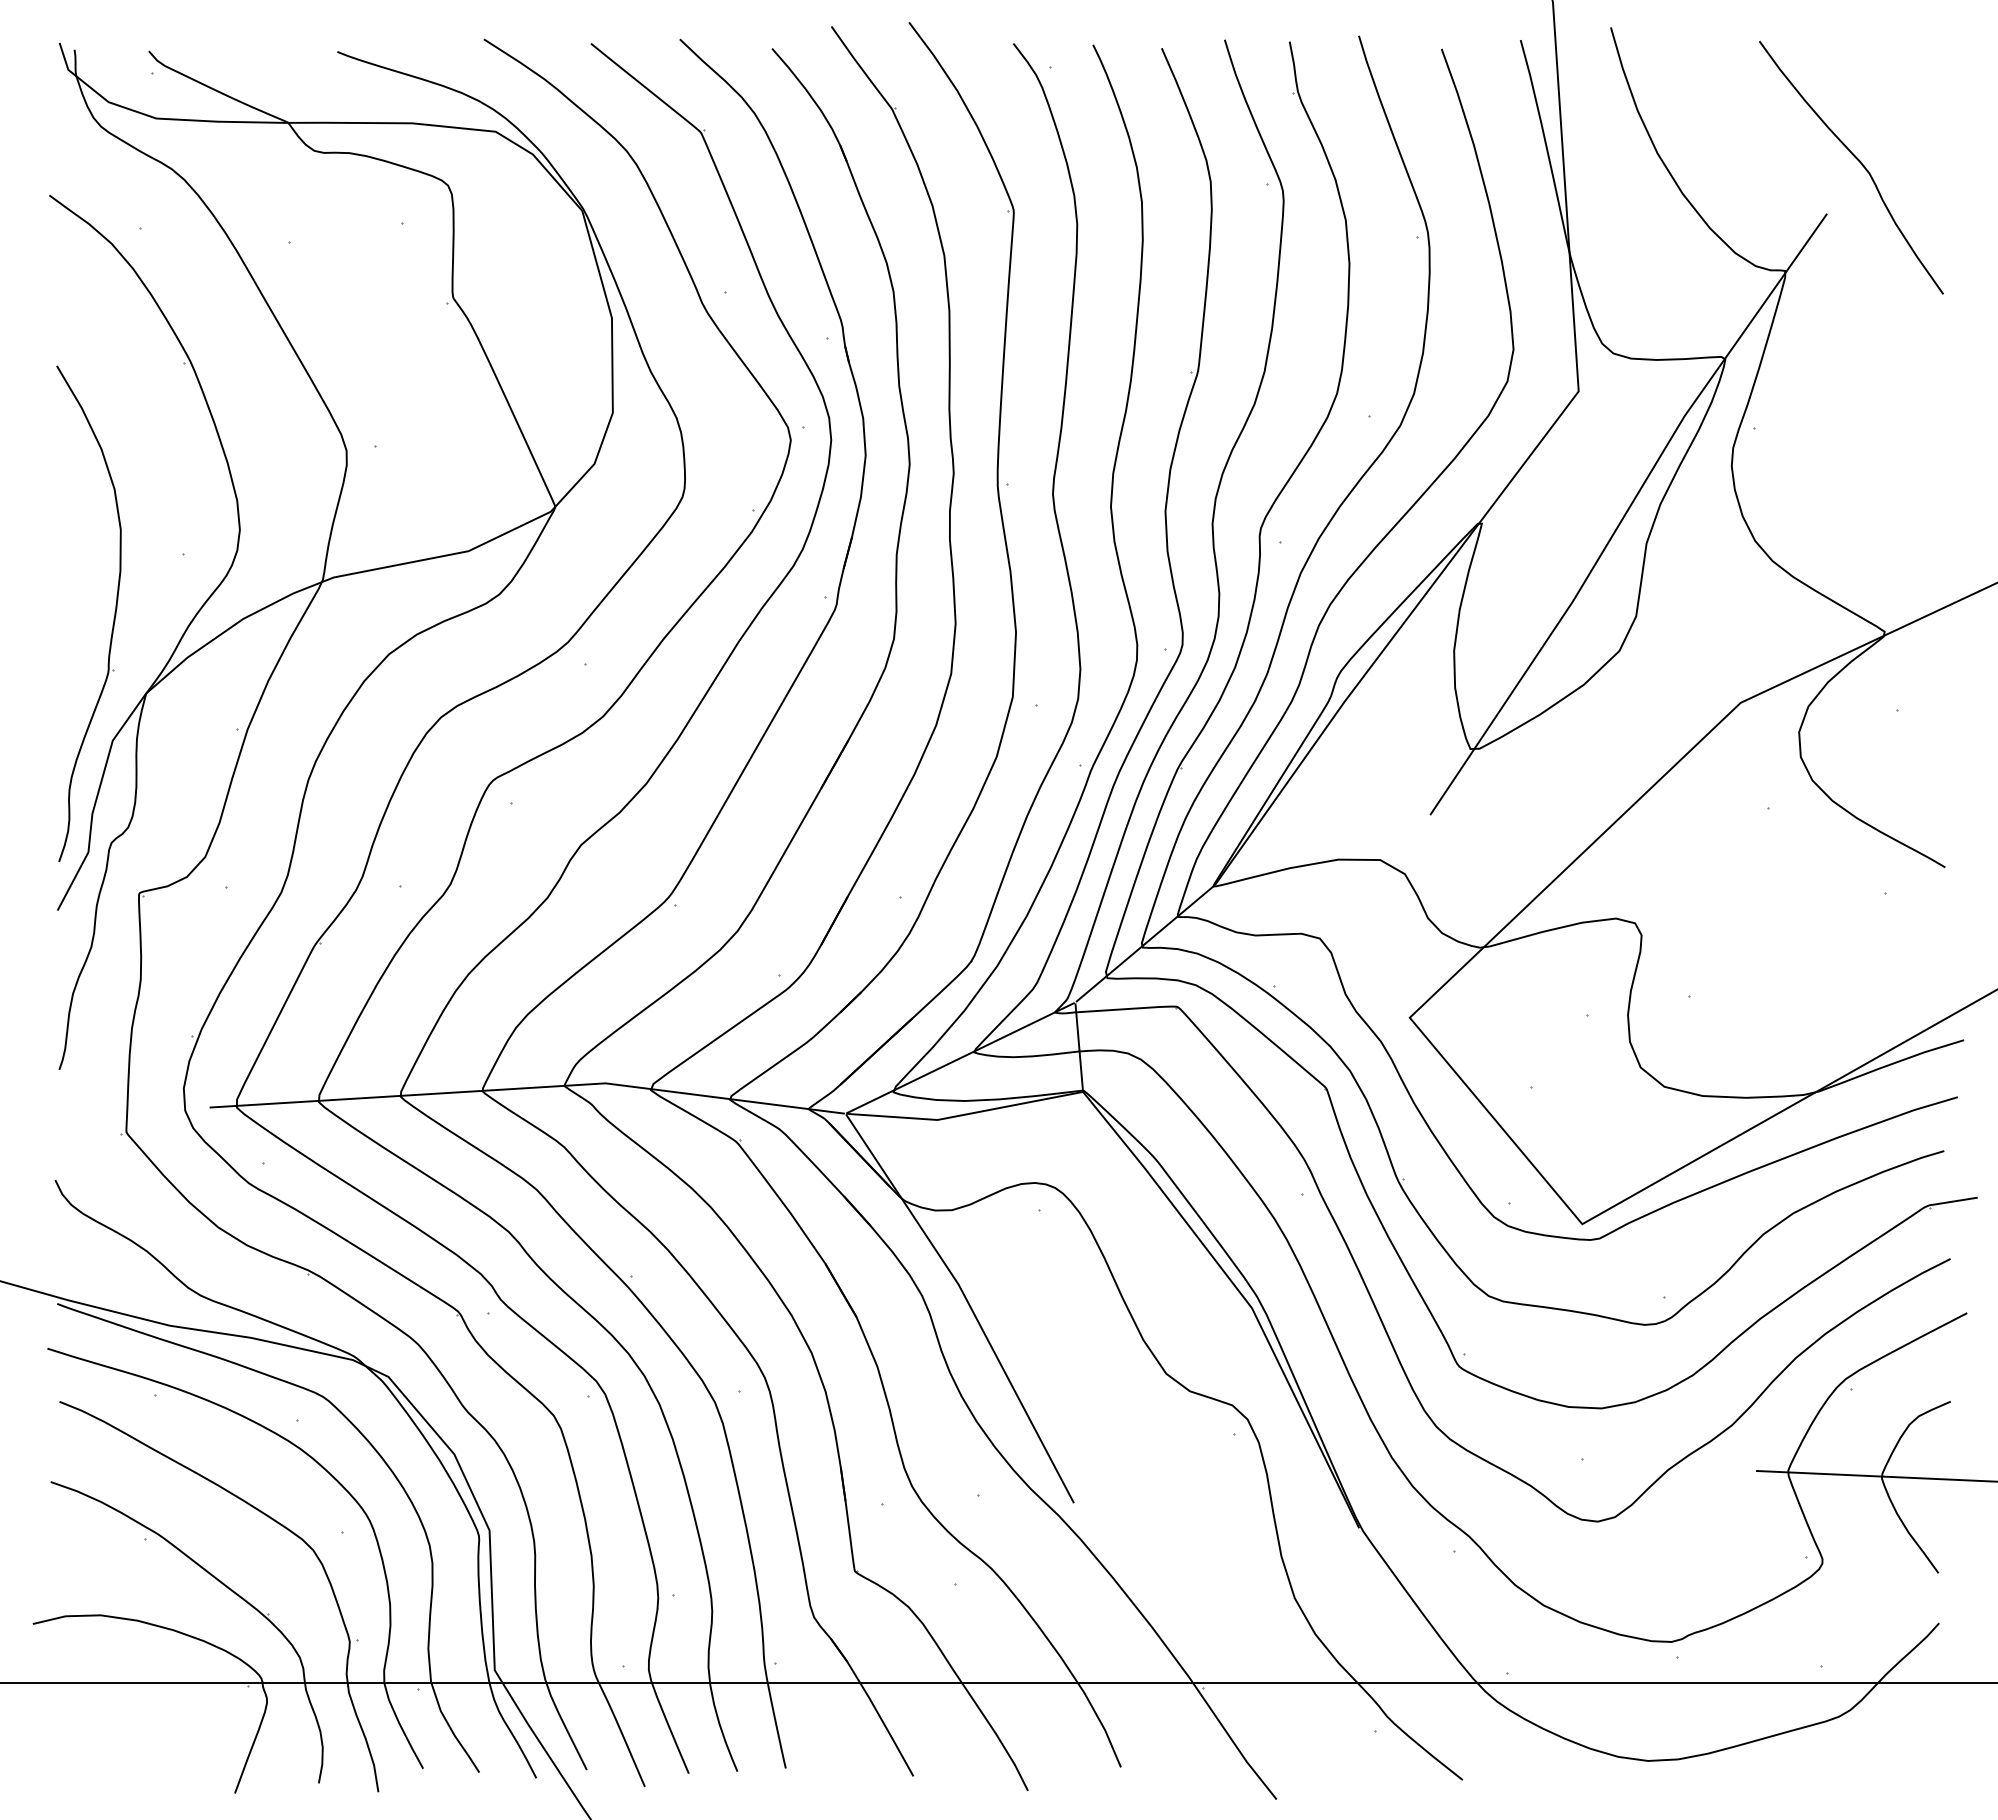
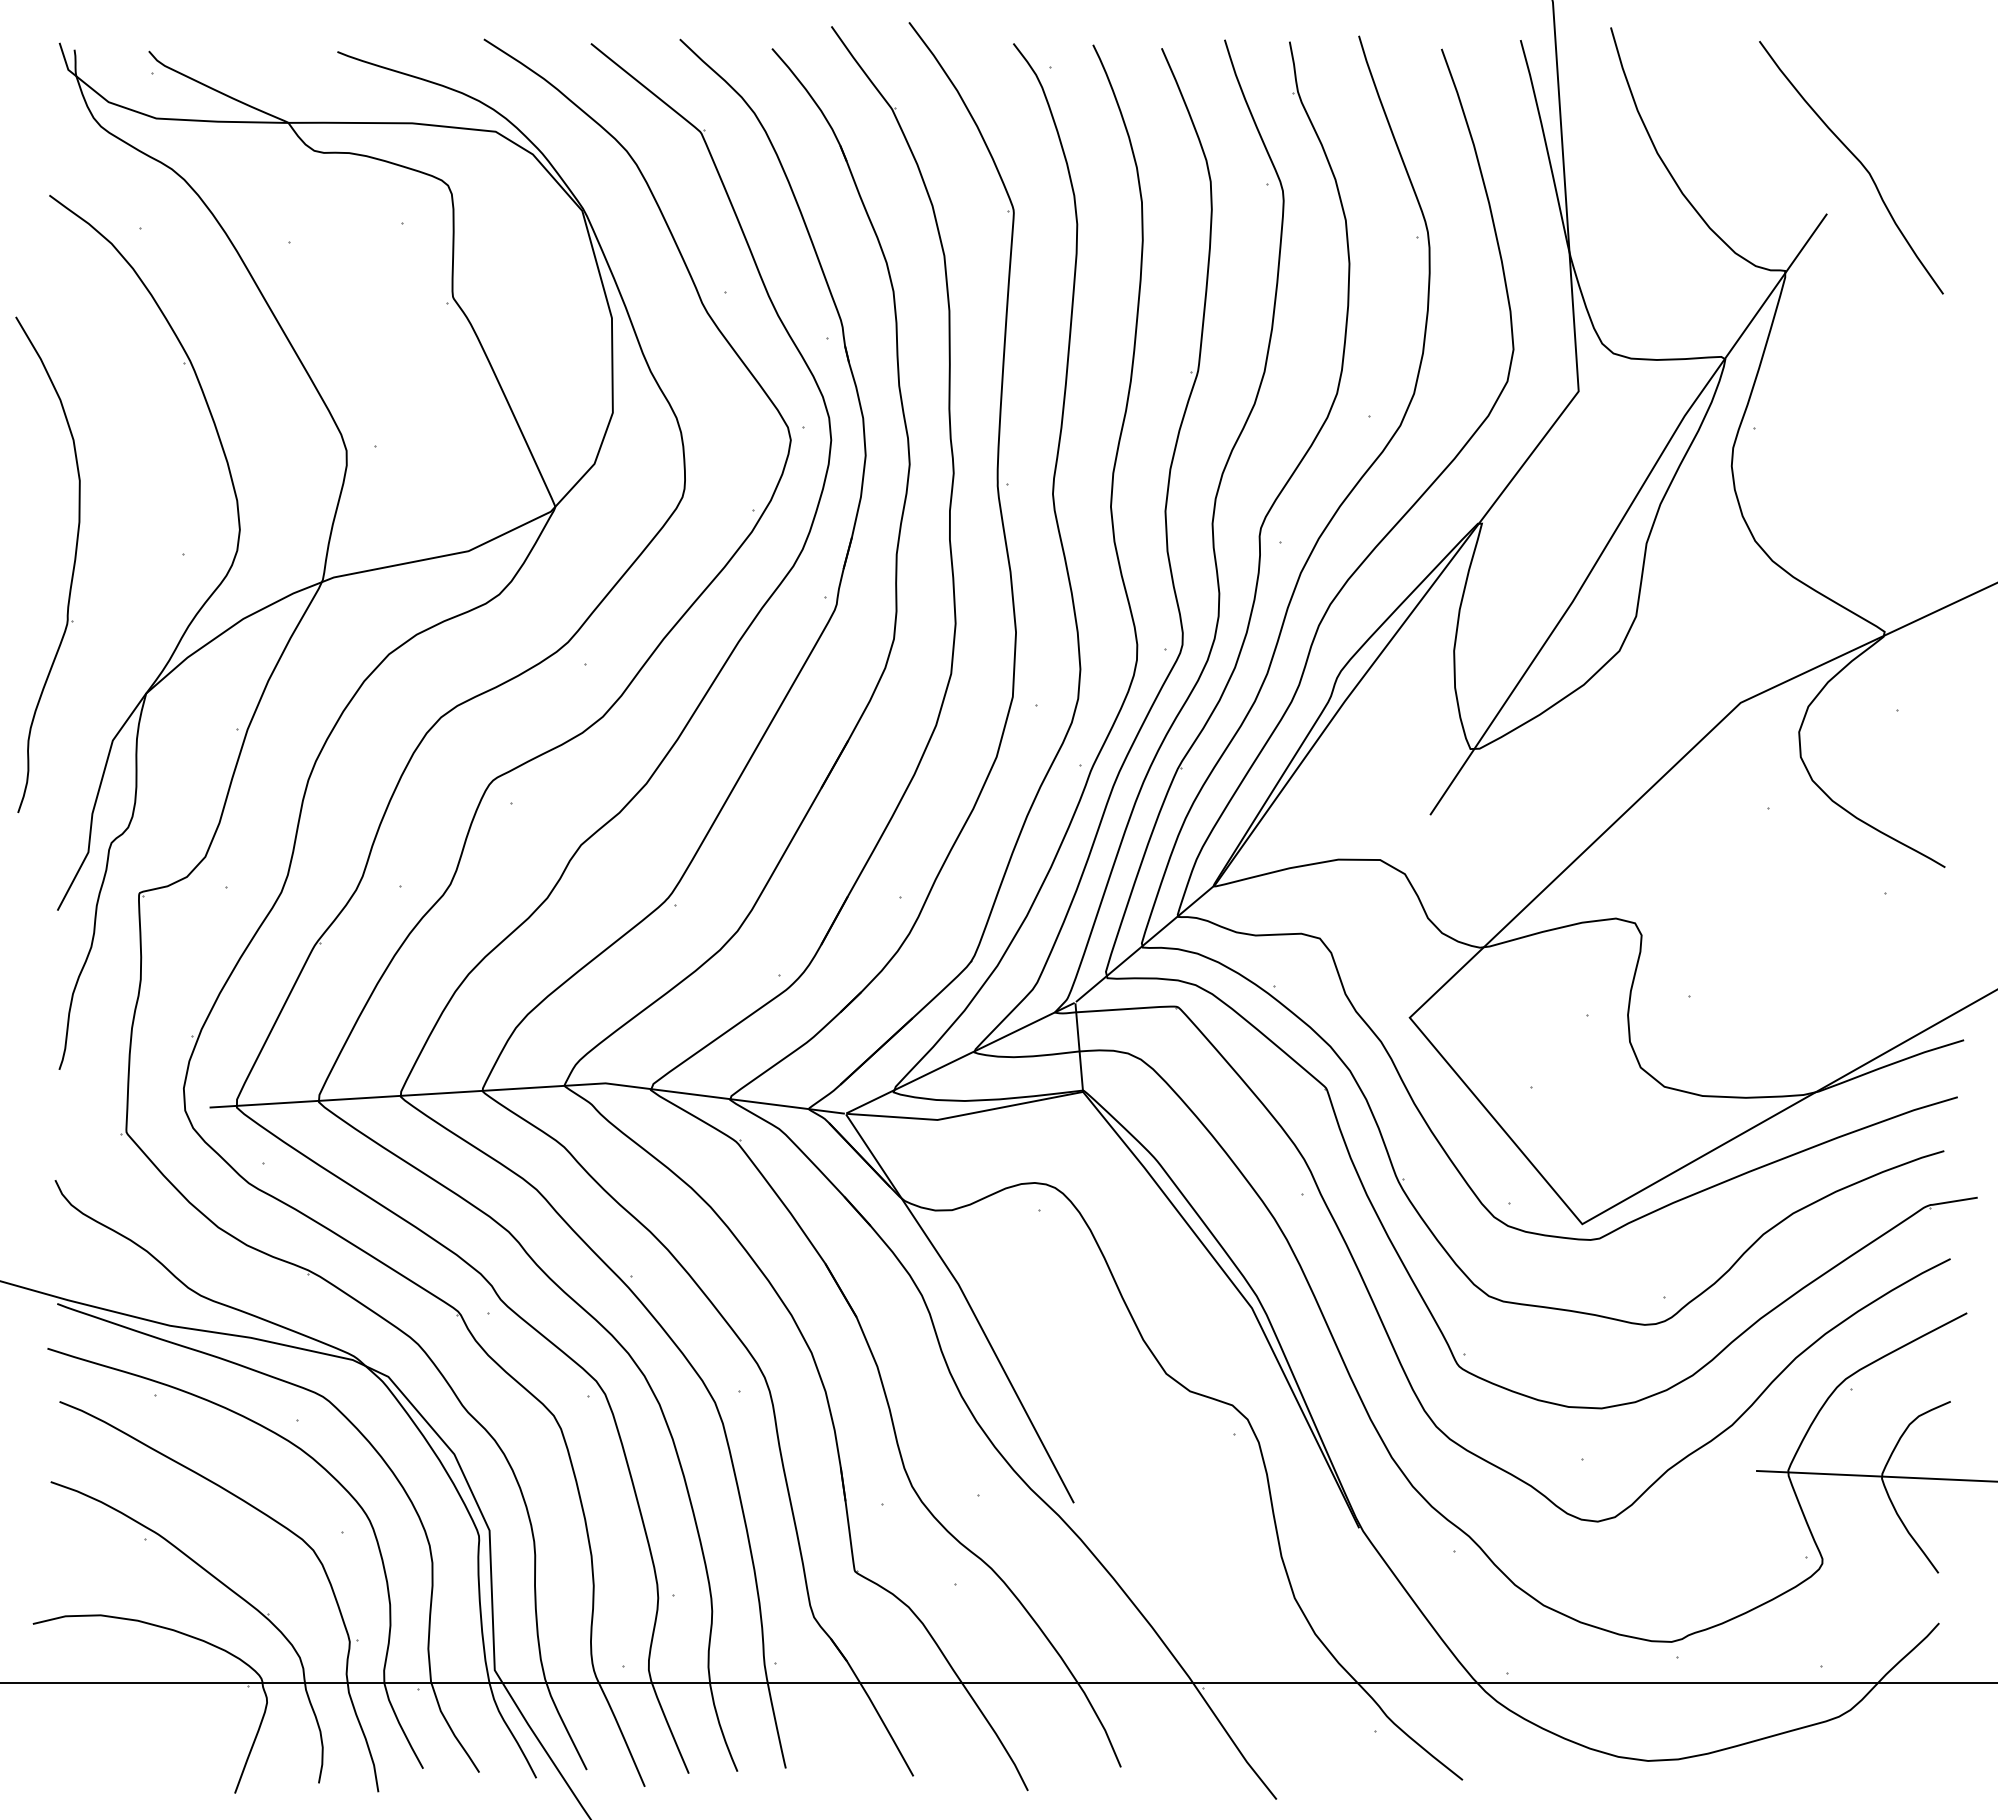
part at (113, 618) position: (113, 618) -> (72, 569)
